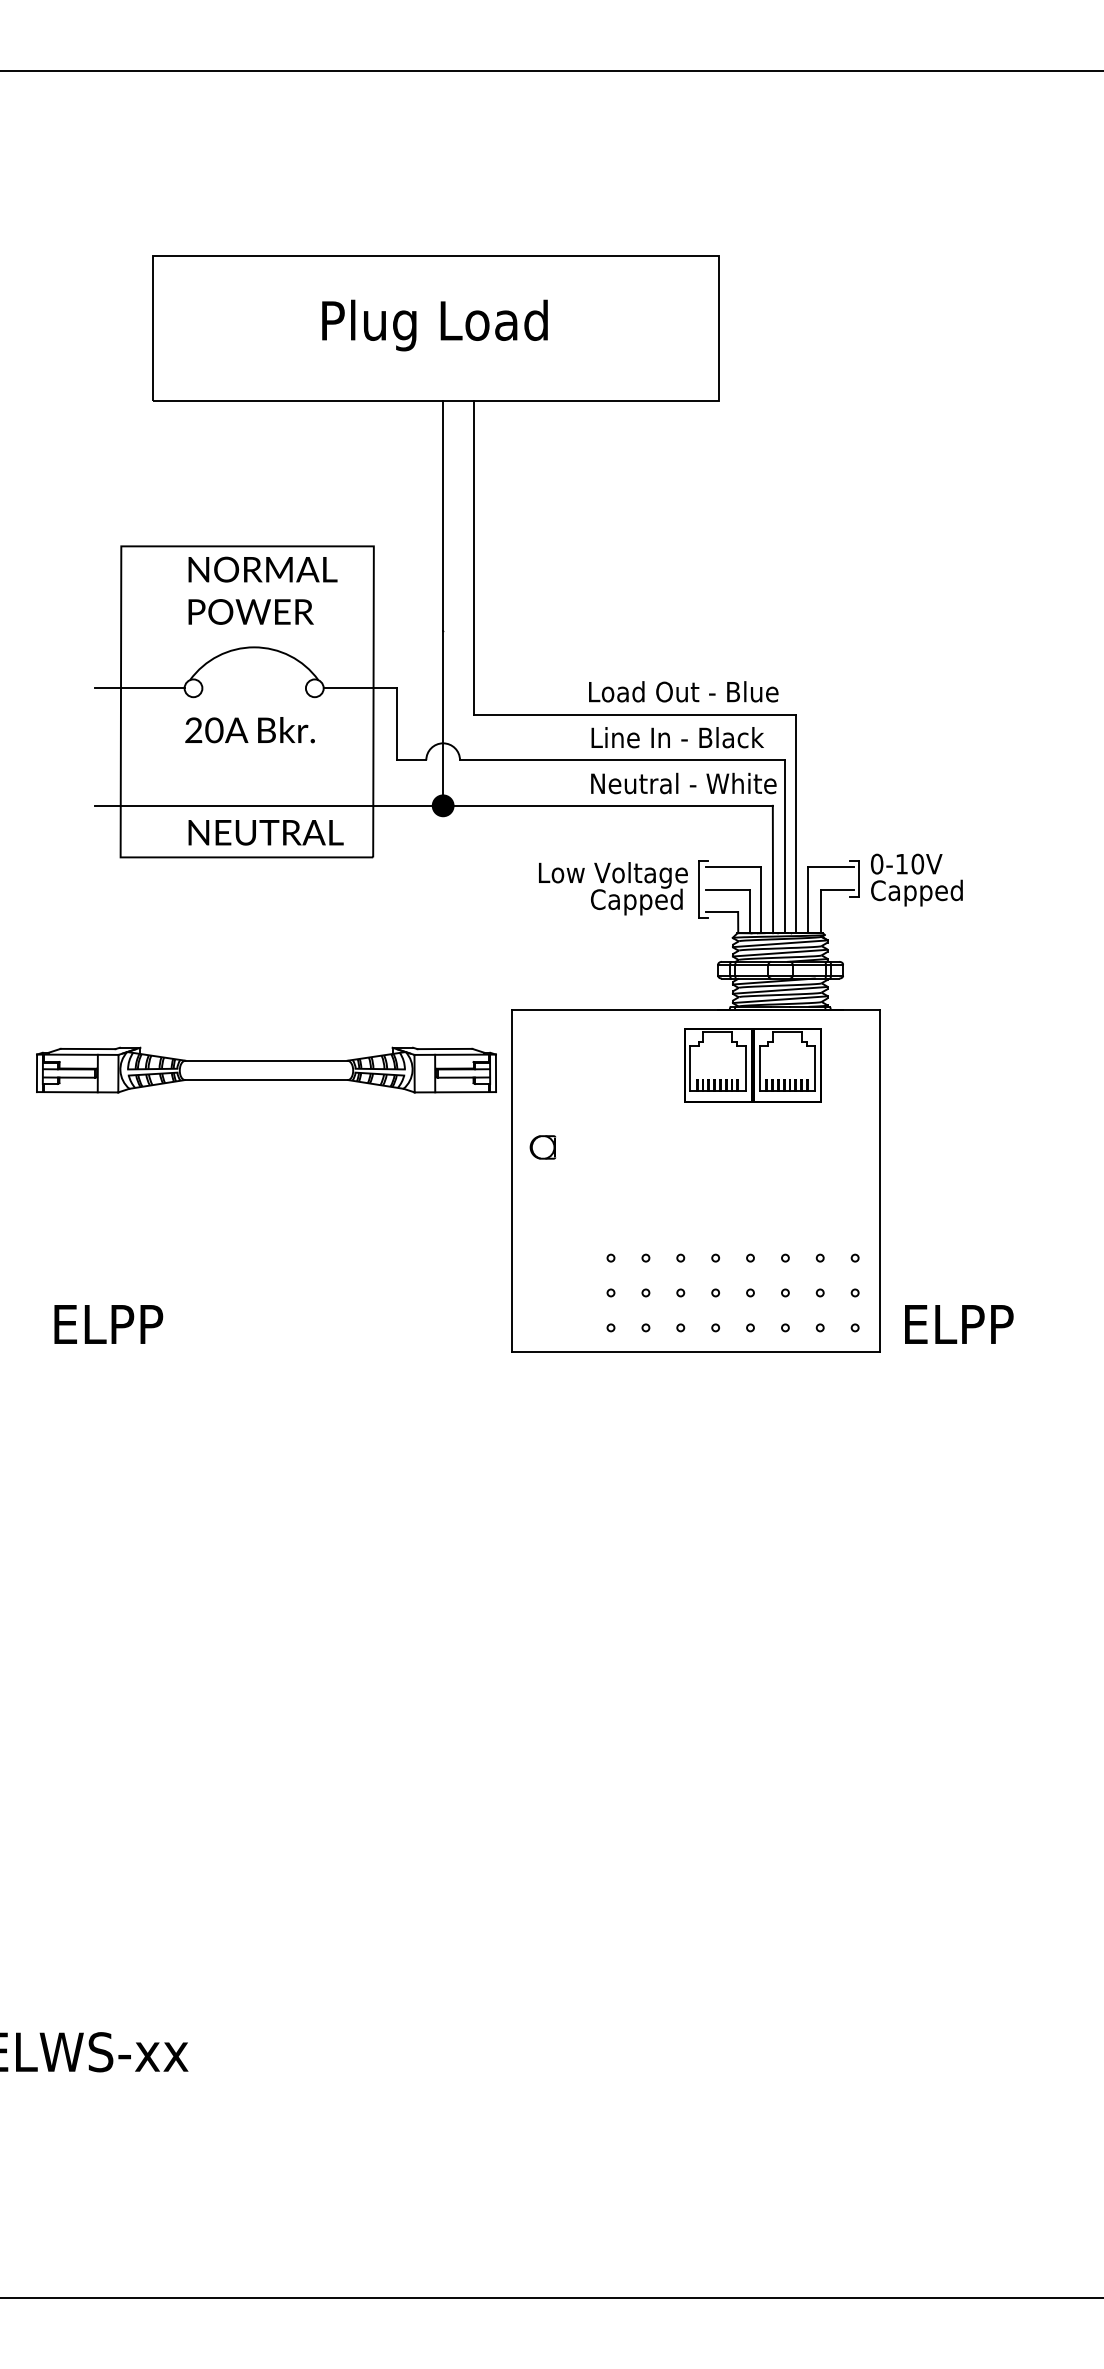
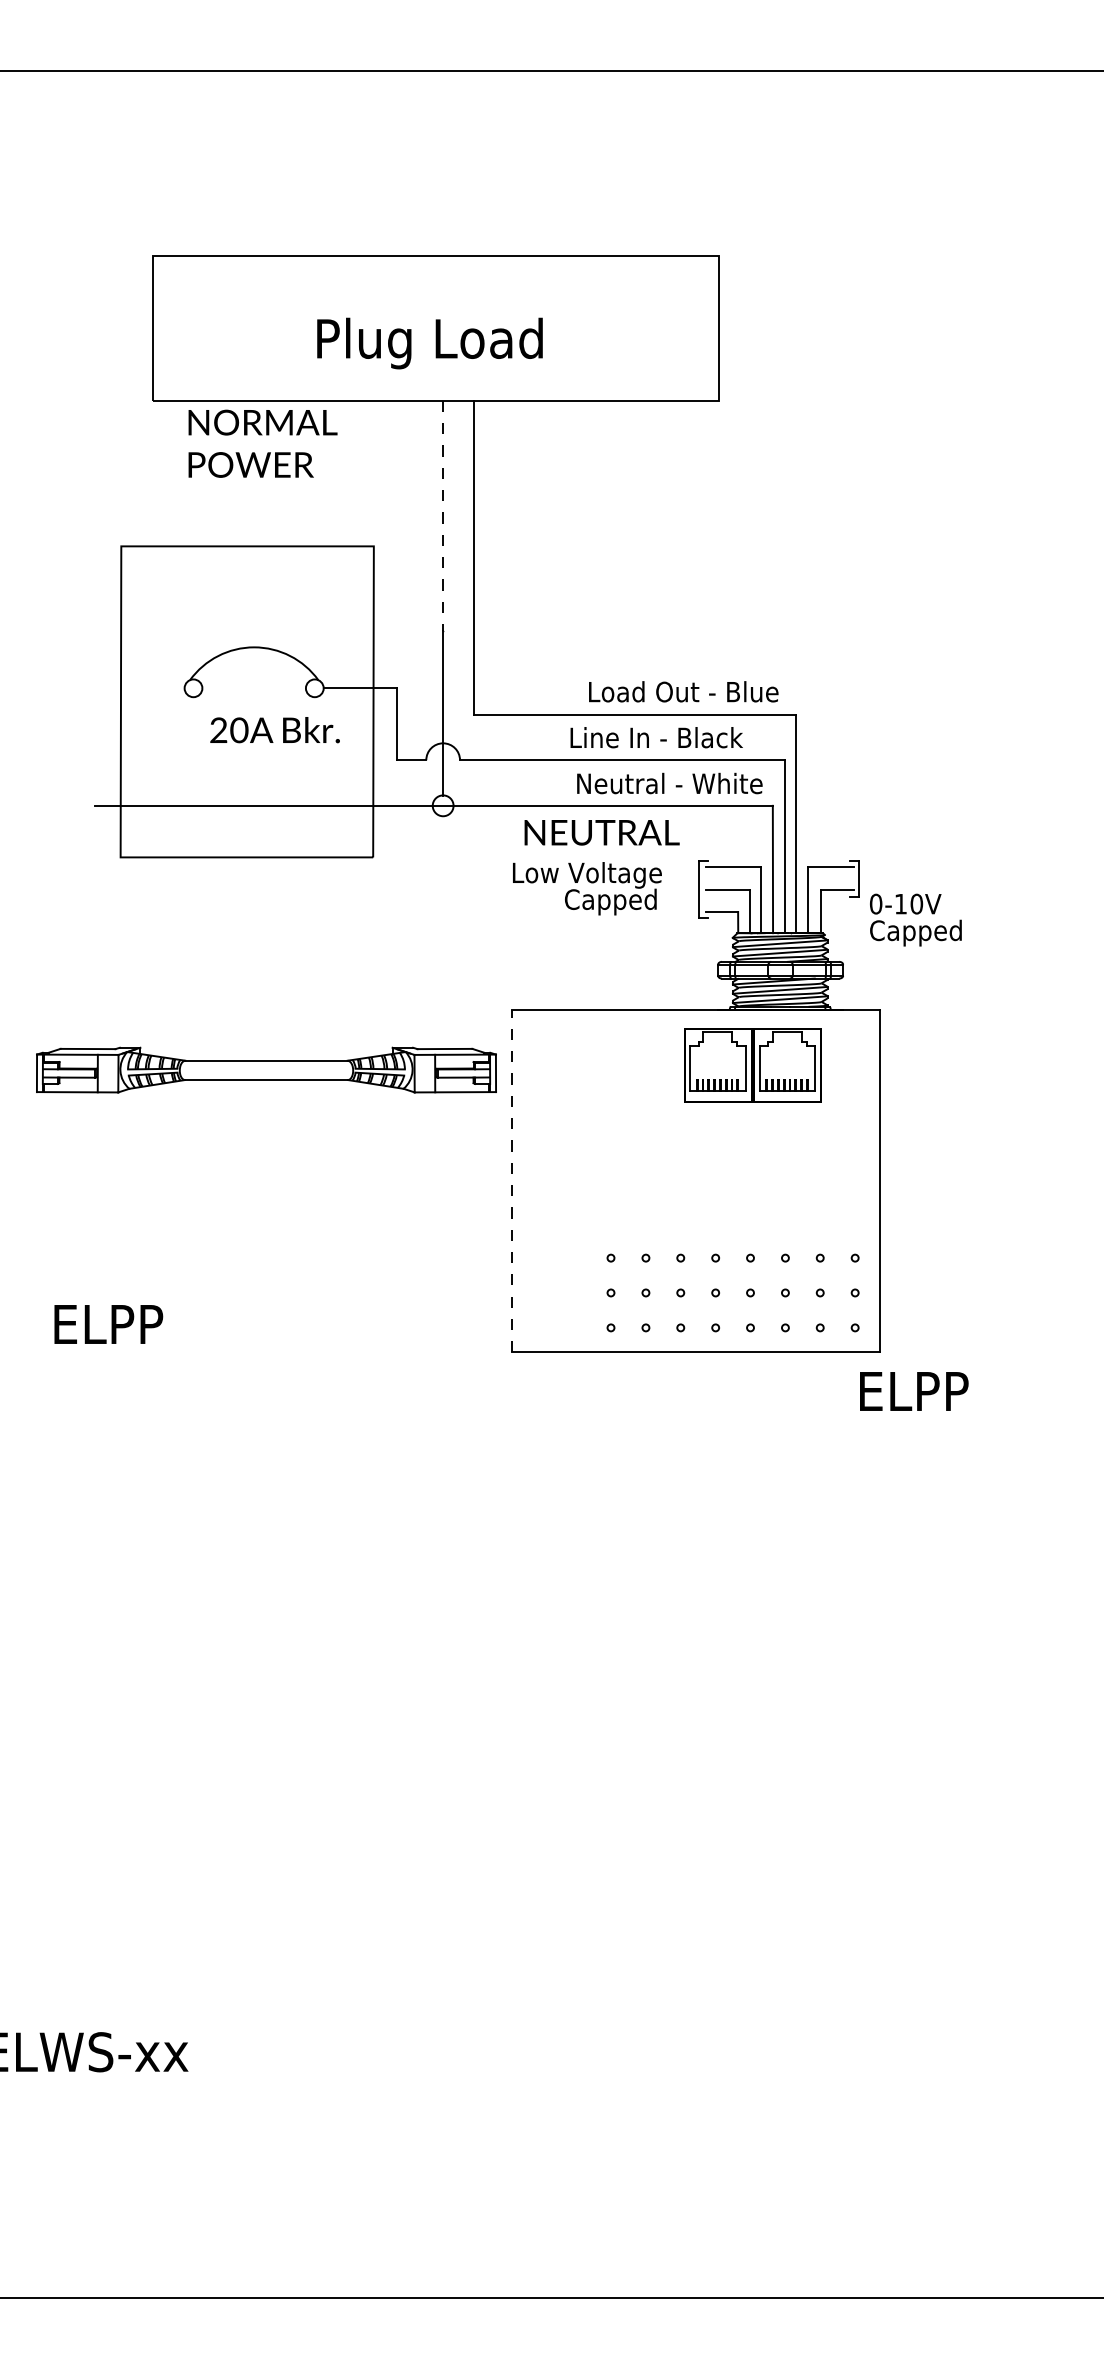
text at (434, 325) position: (434, 325) -> (429, 343)
line at (443, 516): solid -> dashed
text at (262, 590) position: (262, 590) -> (262, 443)
line at (139, 688): present -> none
text at (249, 730) position: (249, 730) -> (274, 730)
text at (677, 737) position: (677, 737) -> (656, 737)
text at (683, 783) position: (683, 783) -> (669, 783)
fill at (442, 805): present -> none
text at (265, 832) position: (265, 832) -> (601, 832)
text at (916, 879) position: (916, 879) -> (915, 919)
text at (613, 888) position: (613, 888) -> (587, 888)
part at (542, 1147): present -> none
line at (512, 1180): solid -> dashed
text at (959, 1324) position: (959, 1324) -> (914, 1391)
